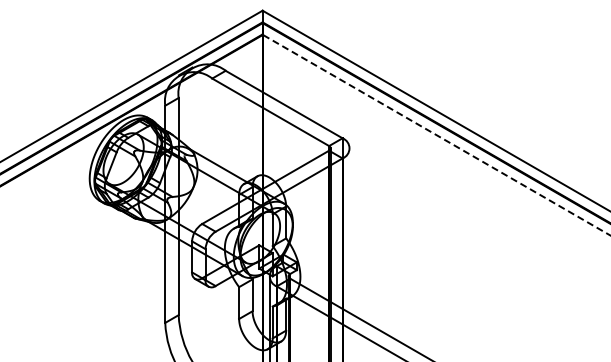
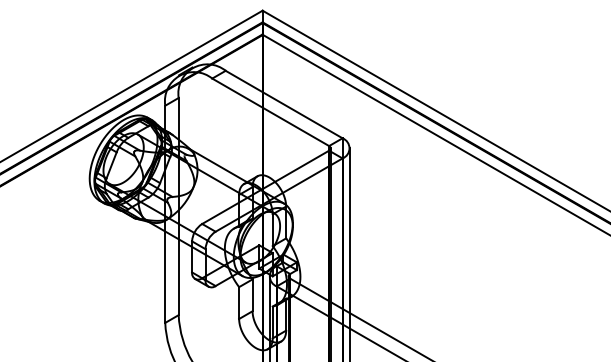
line at (436, 135): dashed -> solid
line at (349, 253): none -> present
